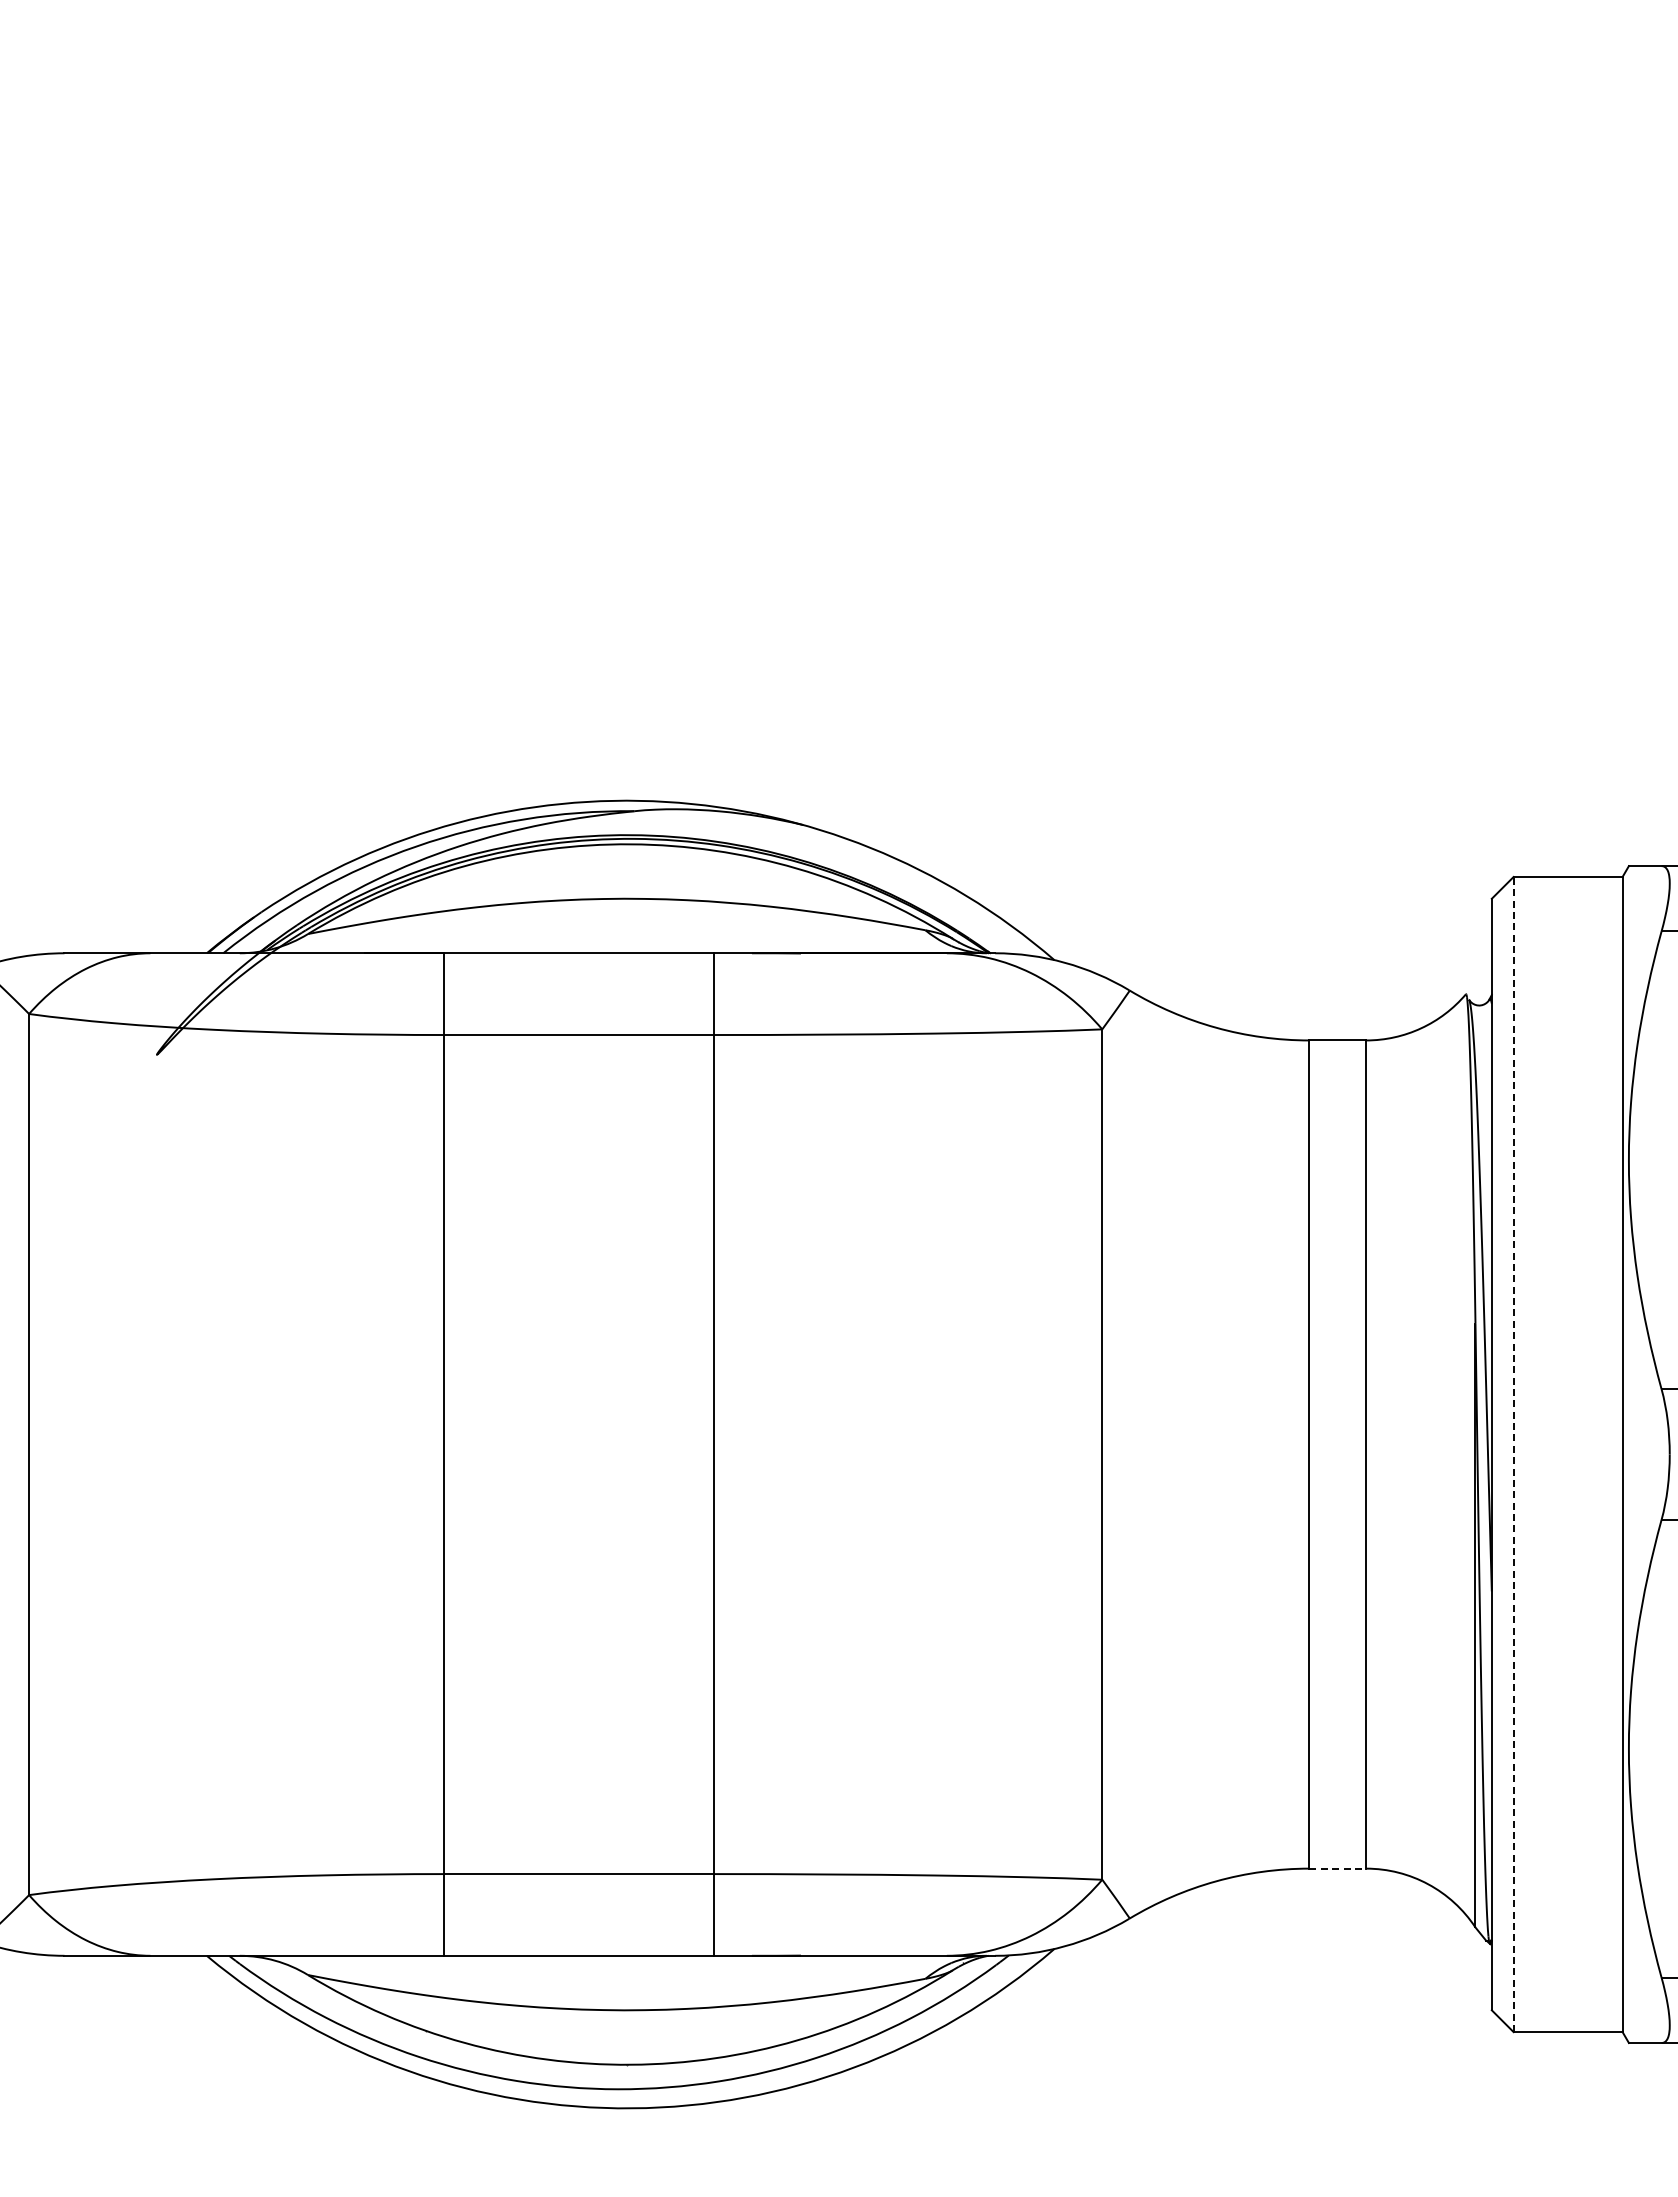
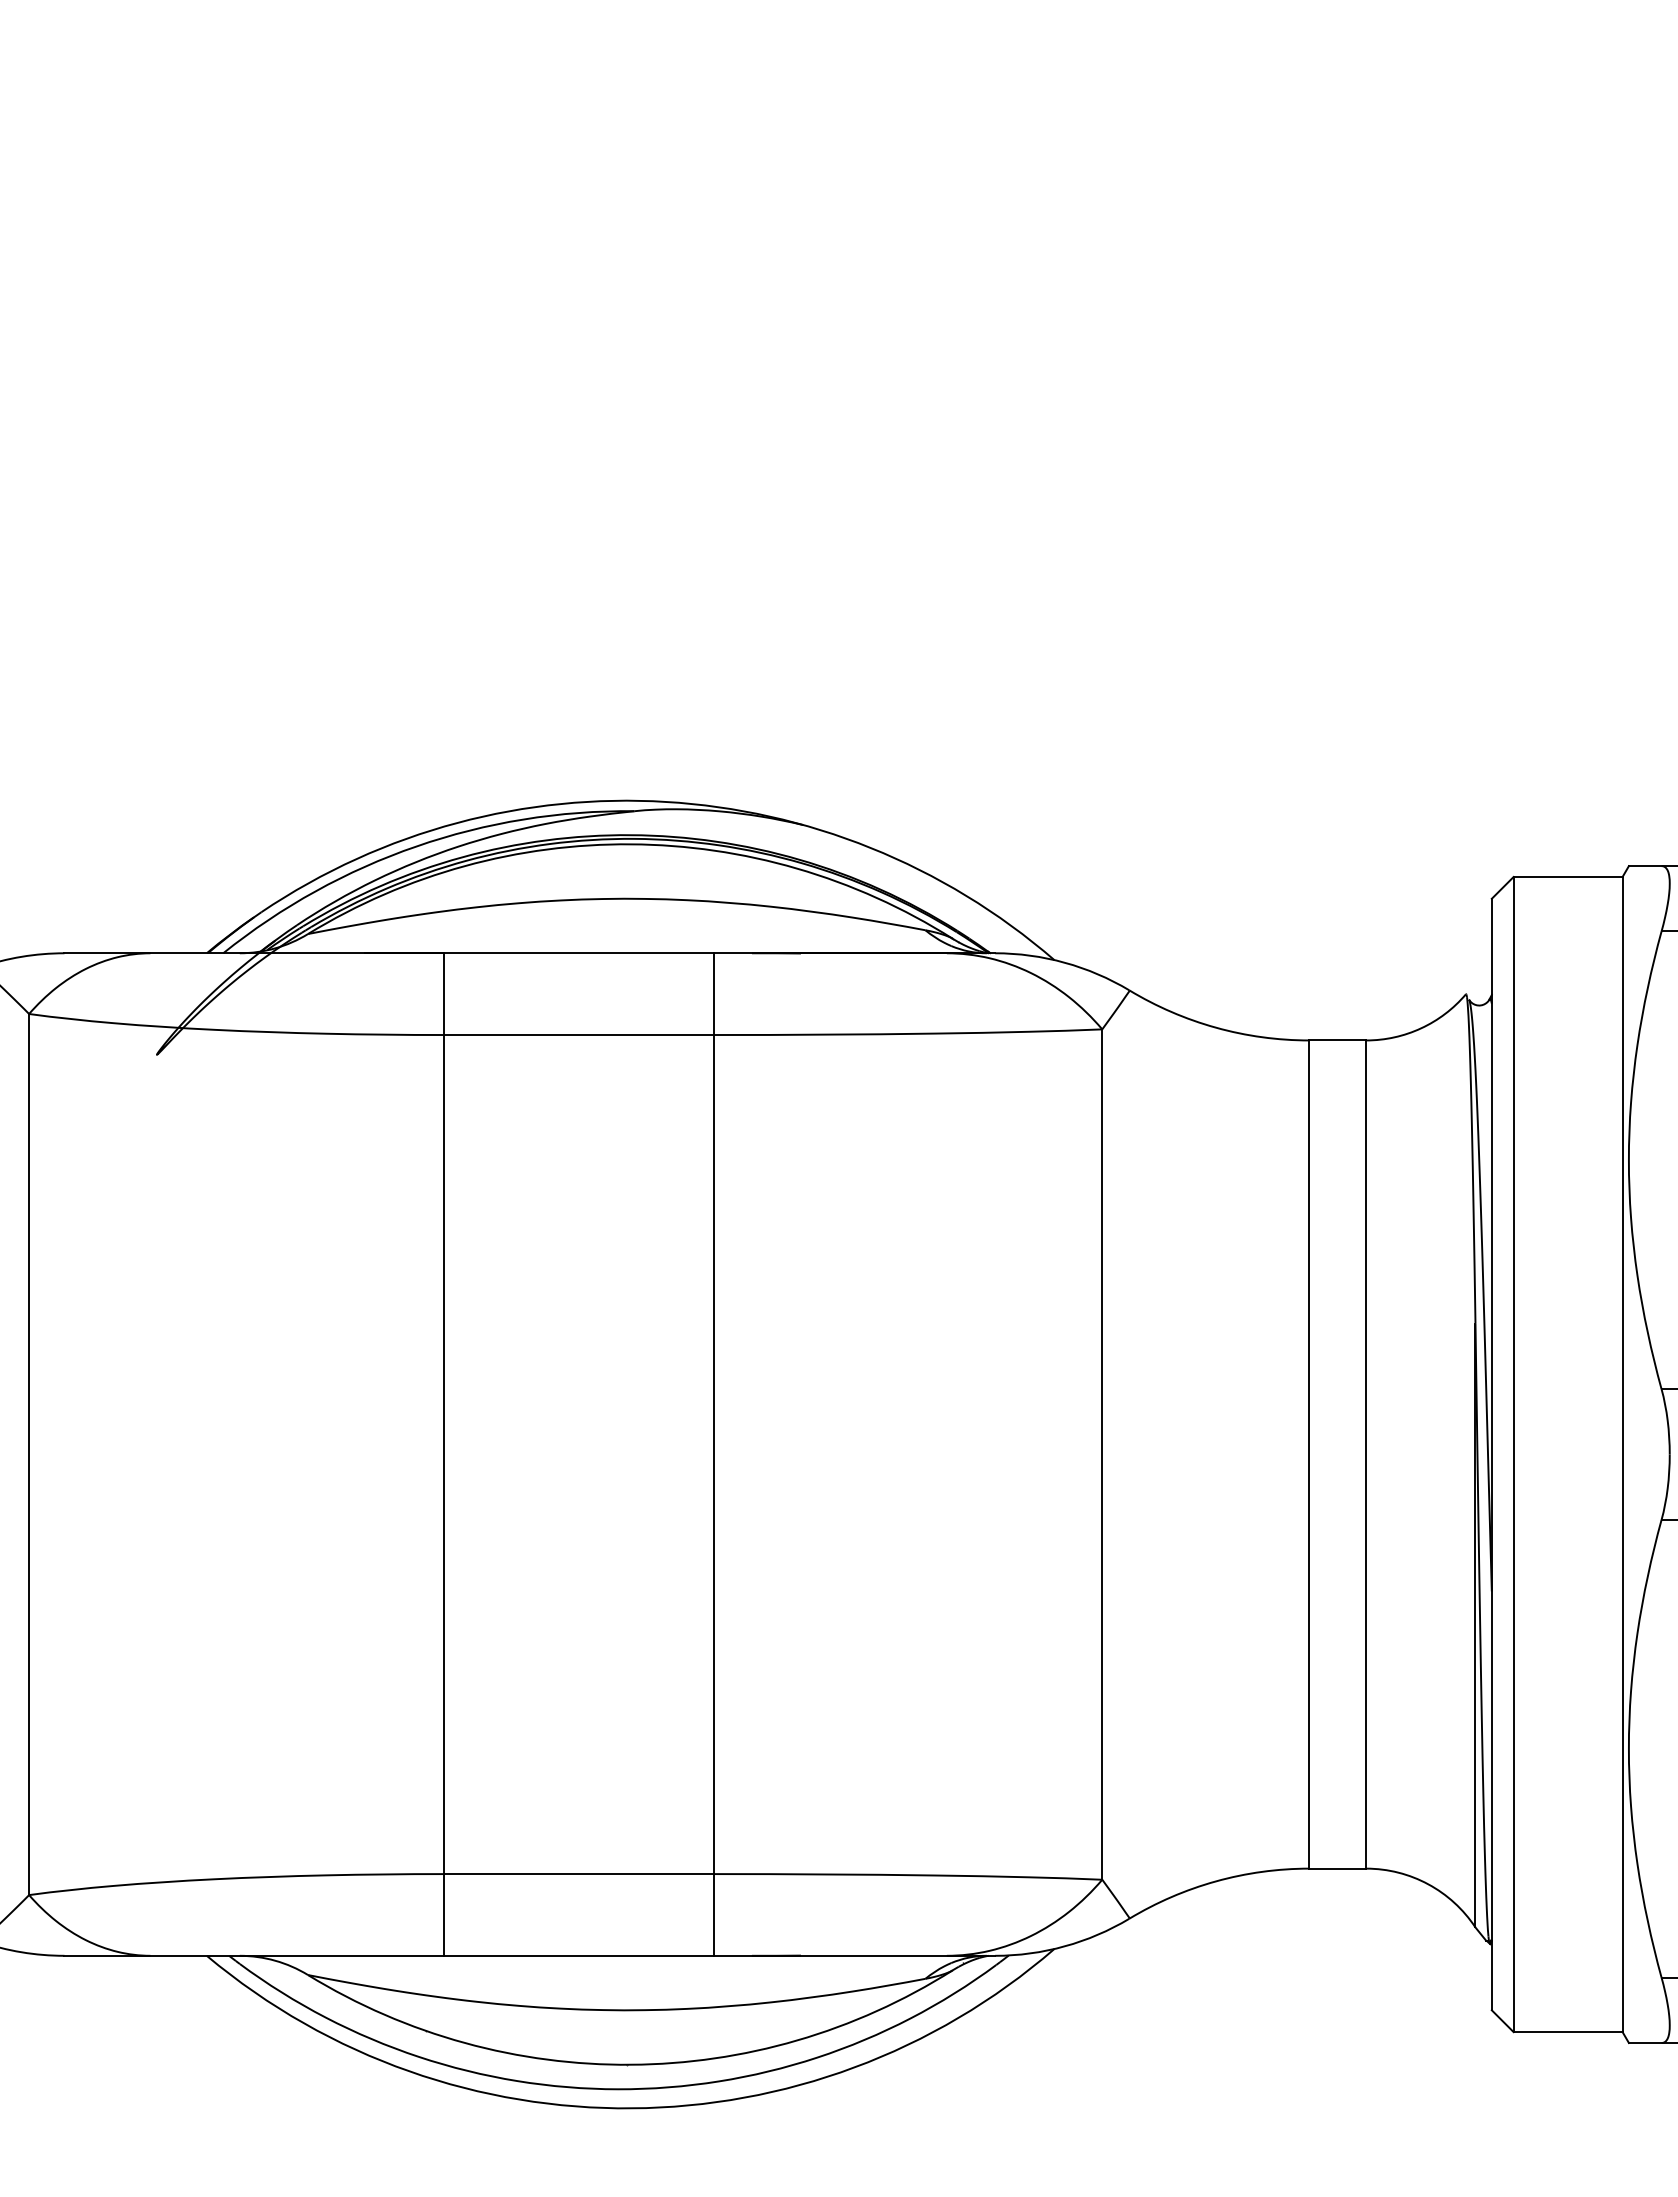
line at (1513, 1454): dashed -> solid
line at (1338, 1868): dashed -> solid
